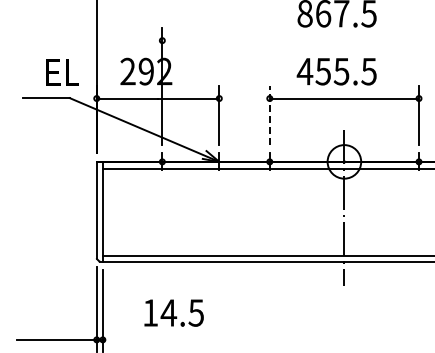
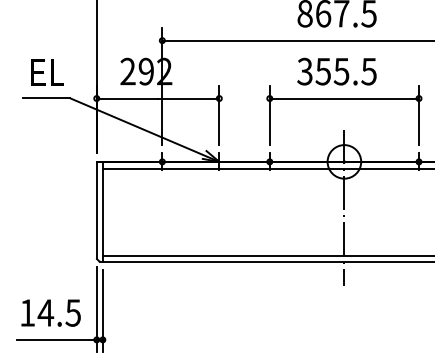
line at (297, 40): none -> present
text at (304, 71): 455.5 -> 355.5
text at (62, 72) position: (62, 72) -> (47, 72)
line at (269, 115): dashed -> solid
text at (173, 312) position: (173, 312) -> (50, 312)
